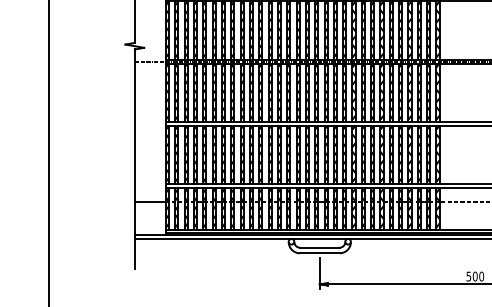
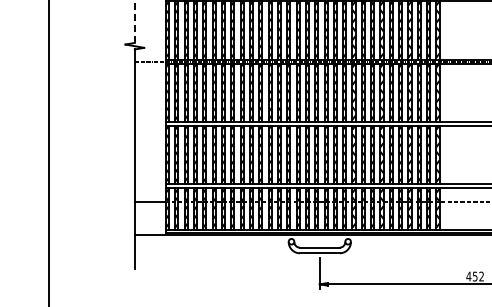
line at (134, 20): solid -> dashed
line at (311, 238): present -> none
text at (475, 276): 500 -> 452
